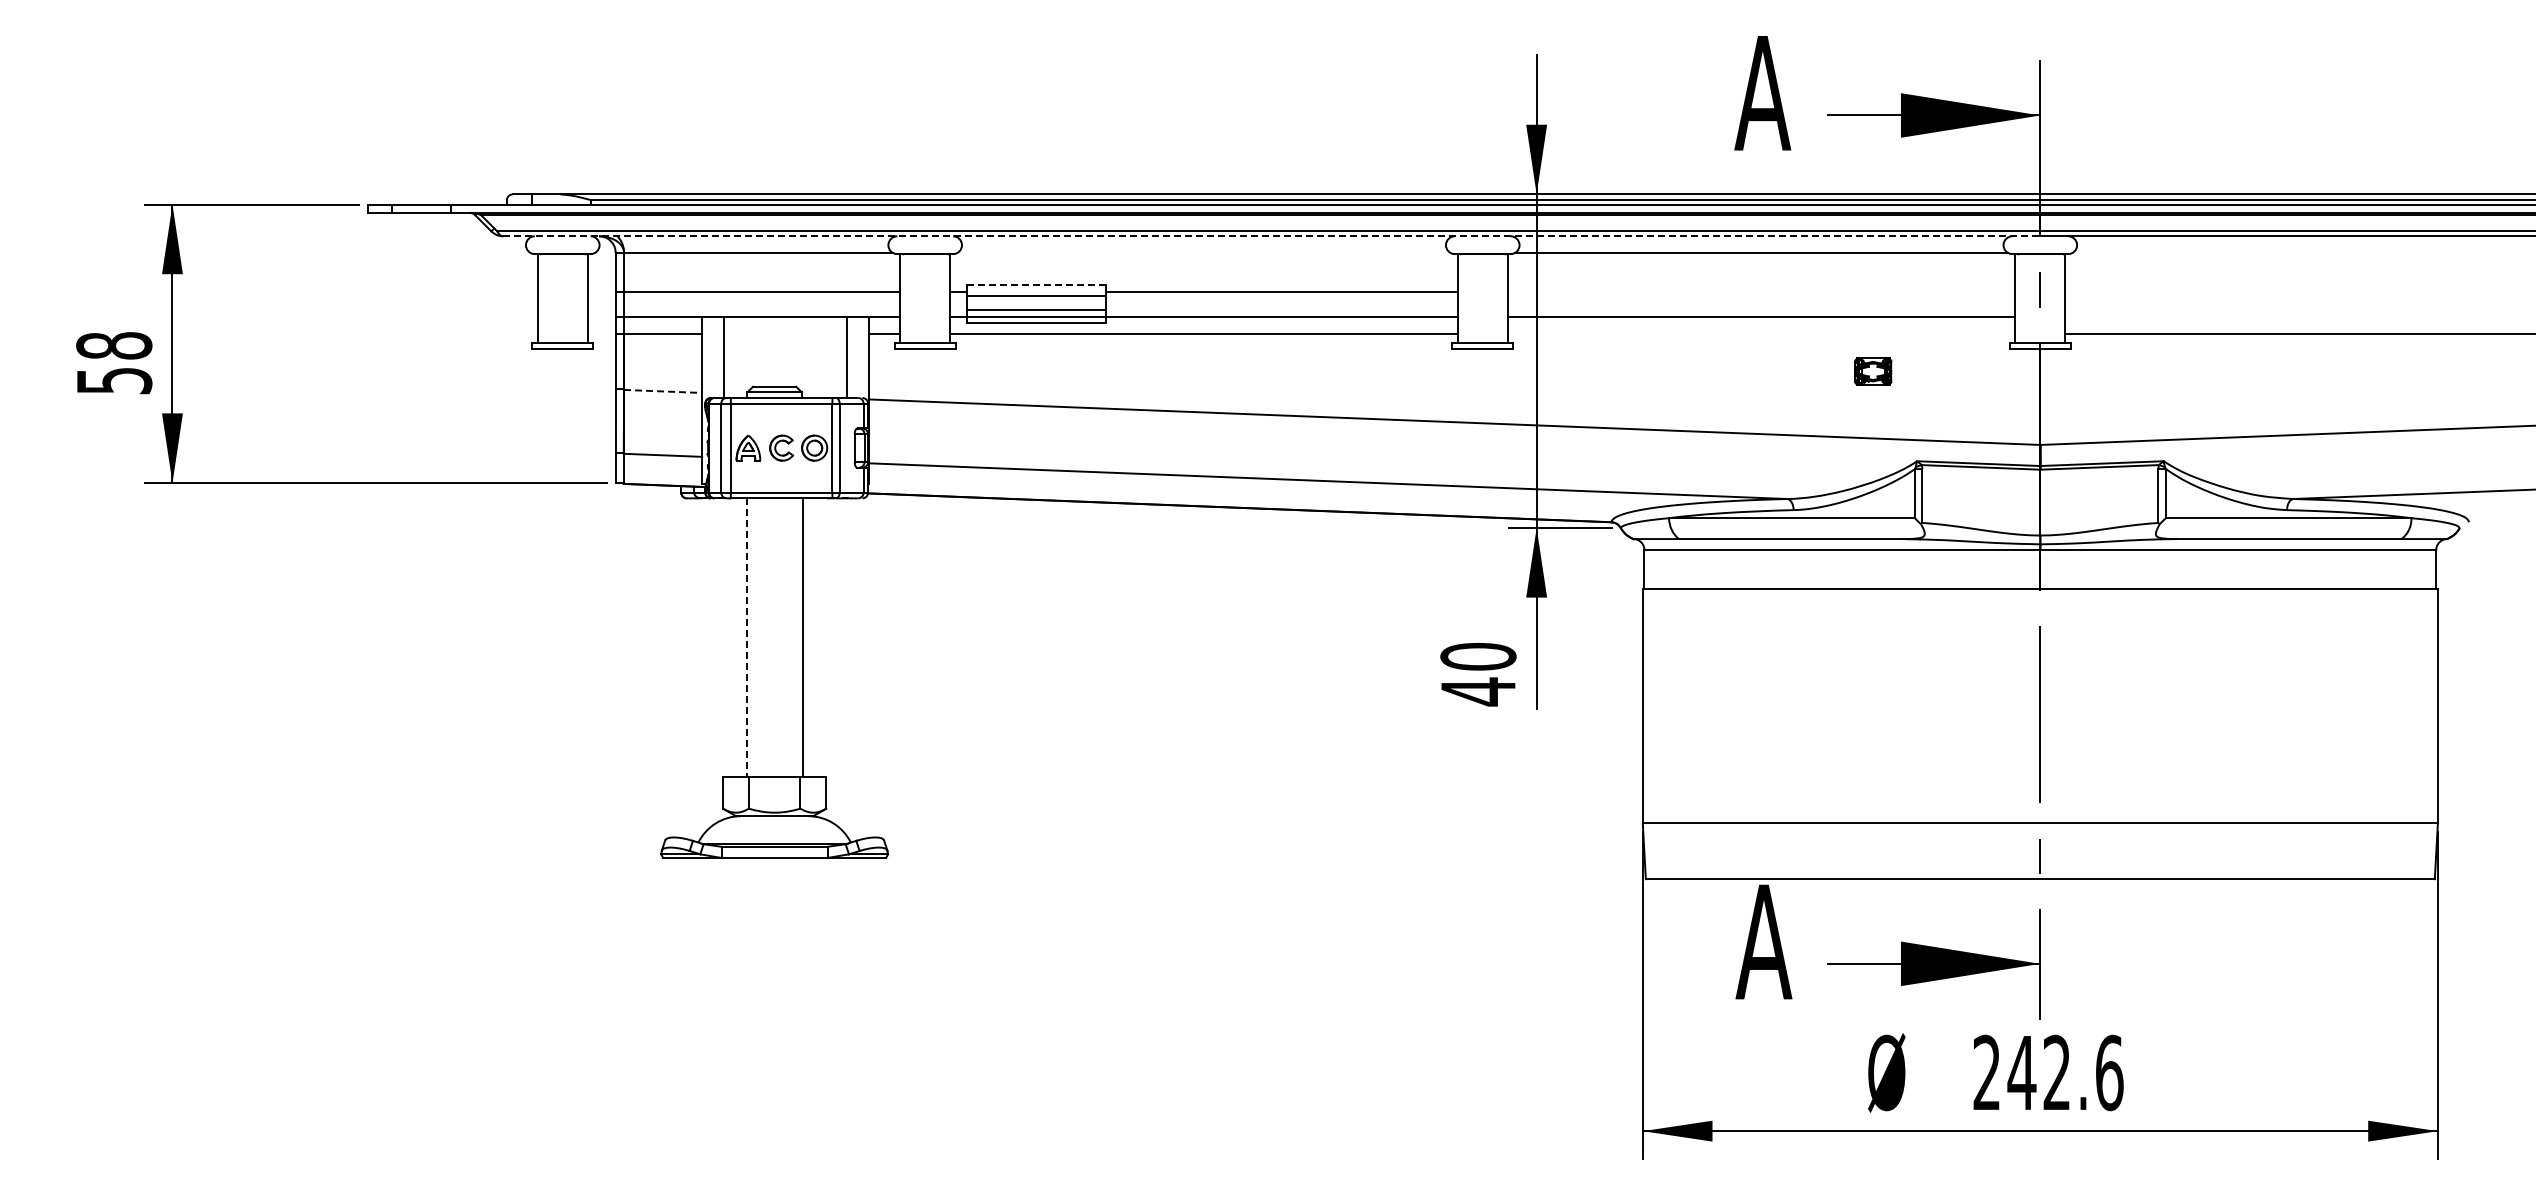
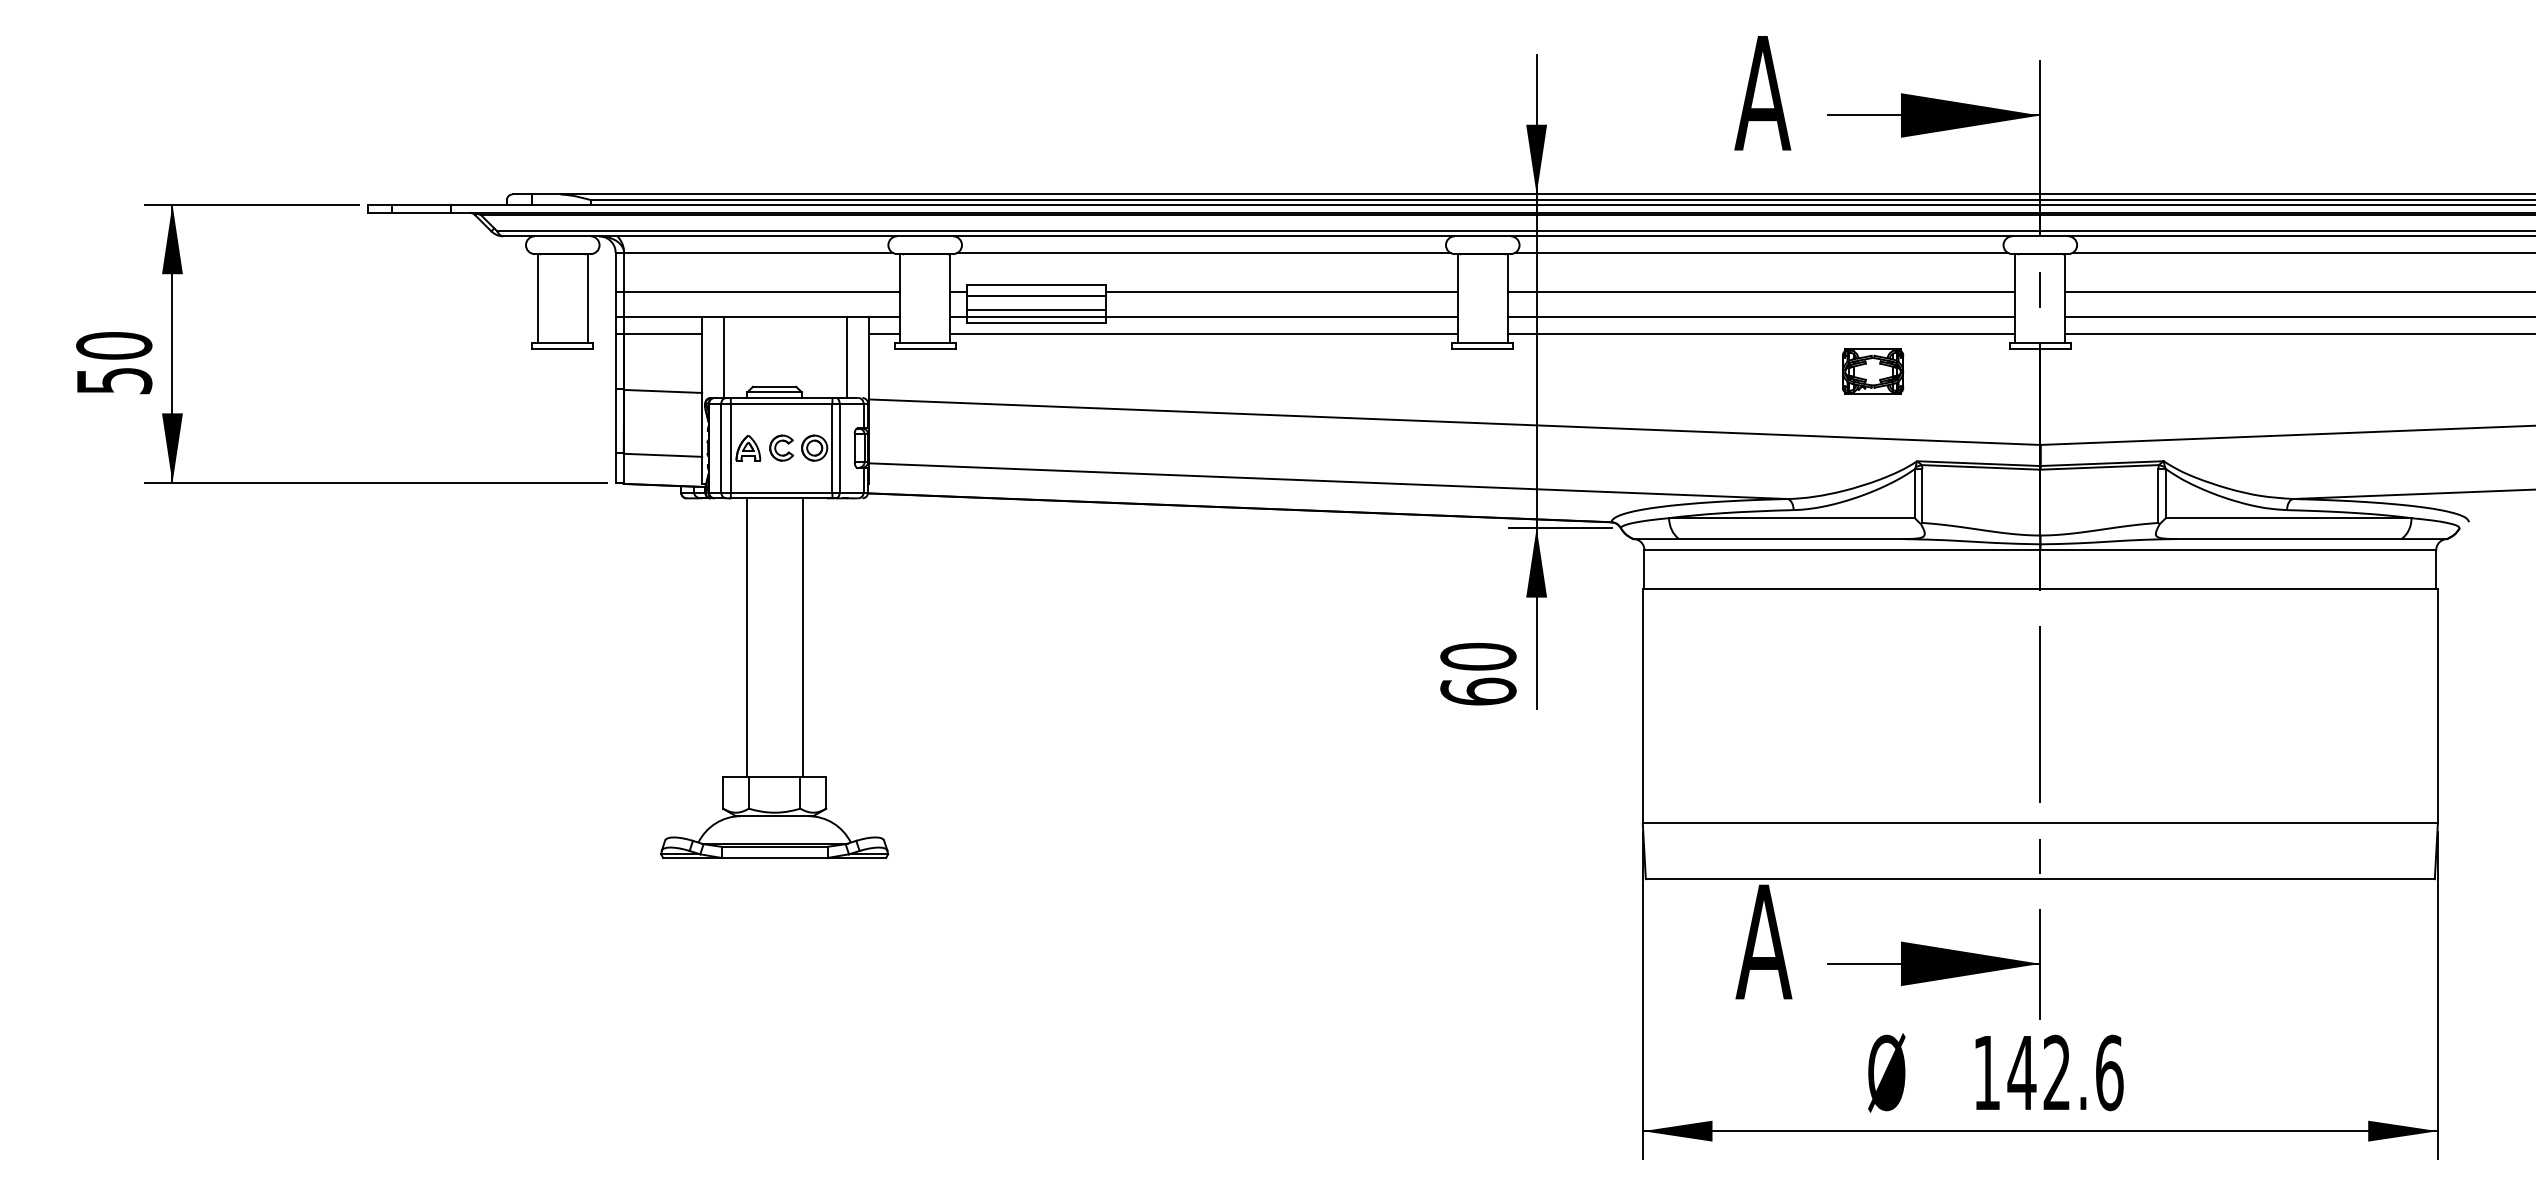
line at (1271, 236): dashed -> solid
line at (1203, 253): none -> present
line at (2302, 253): none -> present
line at (1036, 285): dashed -> solid
line at (1761, 292): none -> present
line at (2298, 292): none -> present
line at (2298, 317): none -> present
line at (1761, 333): none -> present
text at (114, 345): 58 -> 50
part at (1873, 371) size: 39x29 px -> 63x47 px
line at (663, 391): dashed -> solid
line at (746, 638): dashed -> solid
text at (1478, 691): 40 -> 60
text at (1986, 1071): 242.6 -> 142.6
